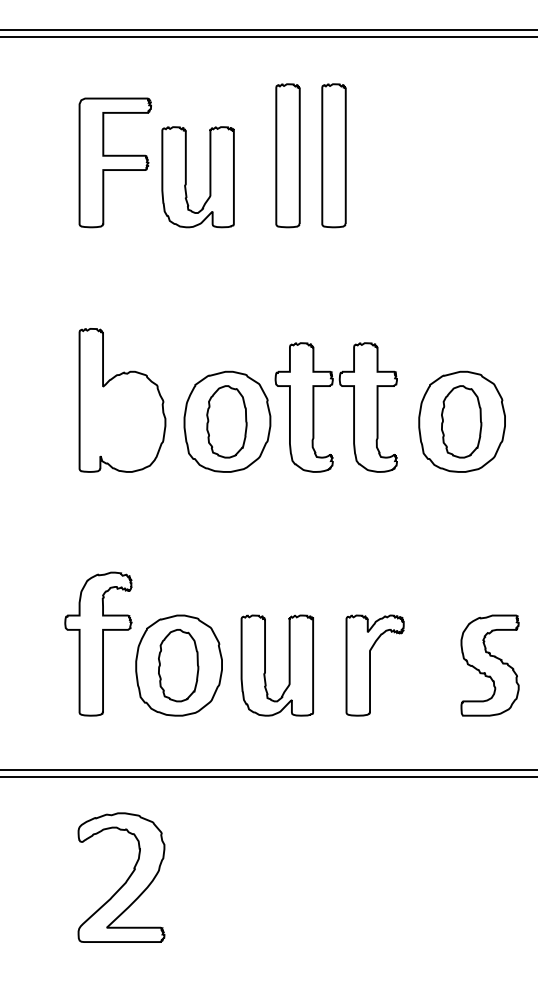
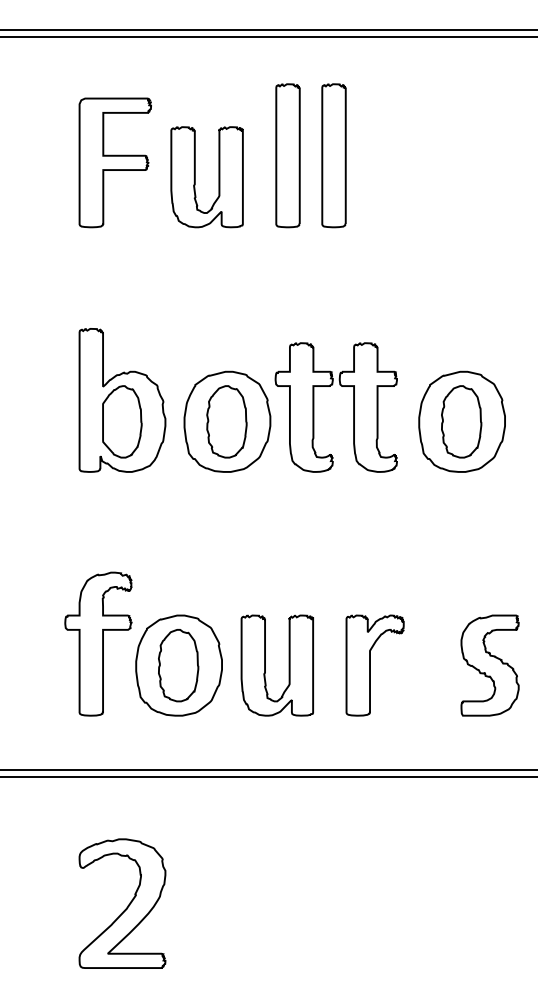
part at (186, 177) position: (186, 177) -> (195, 177)
part at (122, 421): none -> present
part at (121, 877) position: (121, 877) -> (122, 903)
